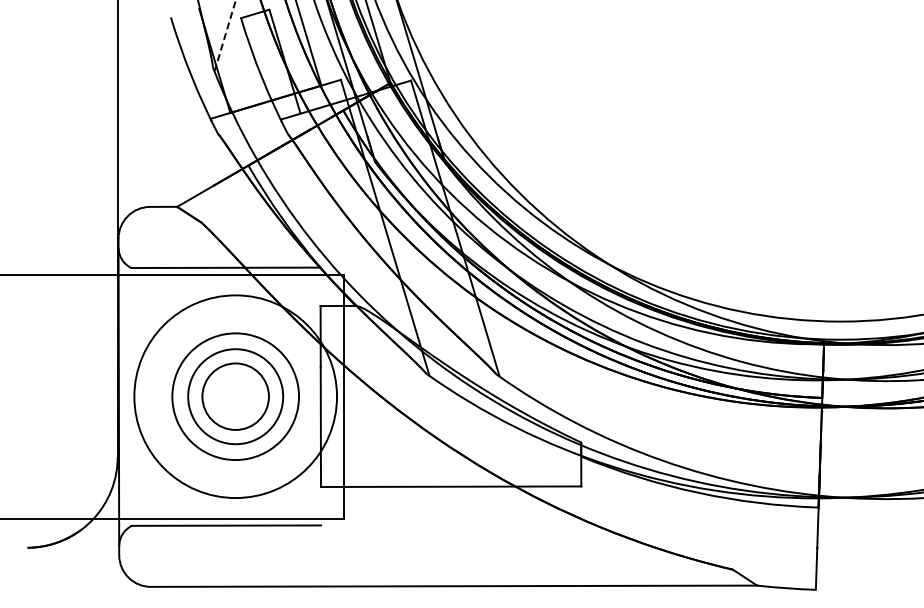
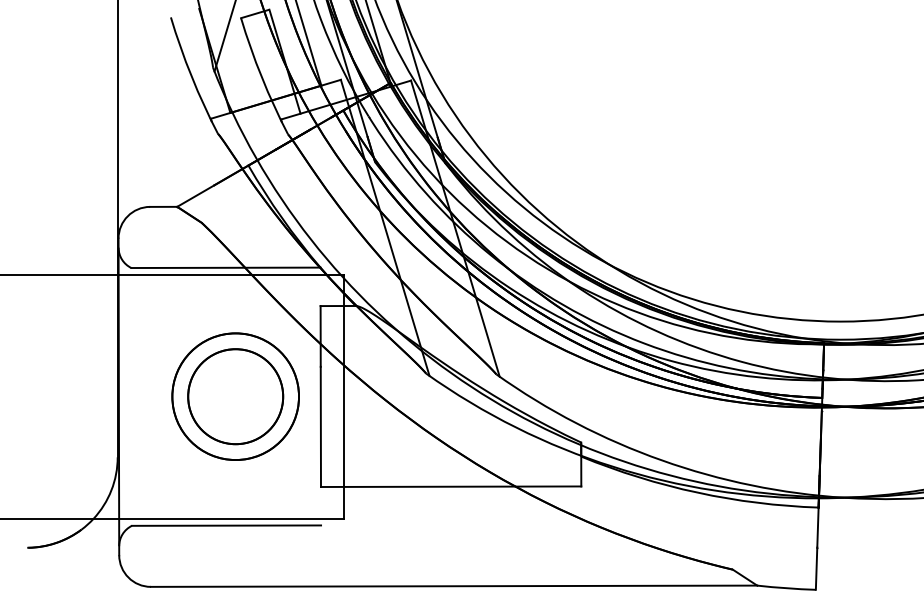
line at (225, 36): dashed -> solid
circle at (235, 396) diameter: 203 px -> 127 px
circle at (235, 396) diameter: 66 px -> 95 px
